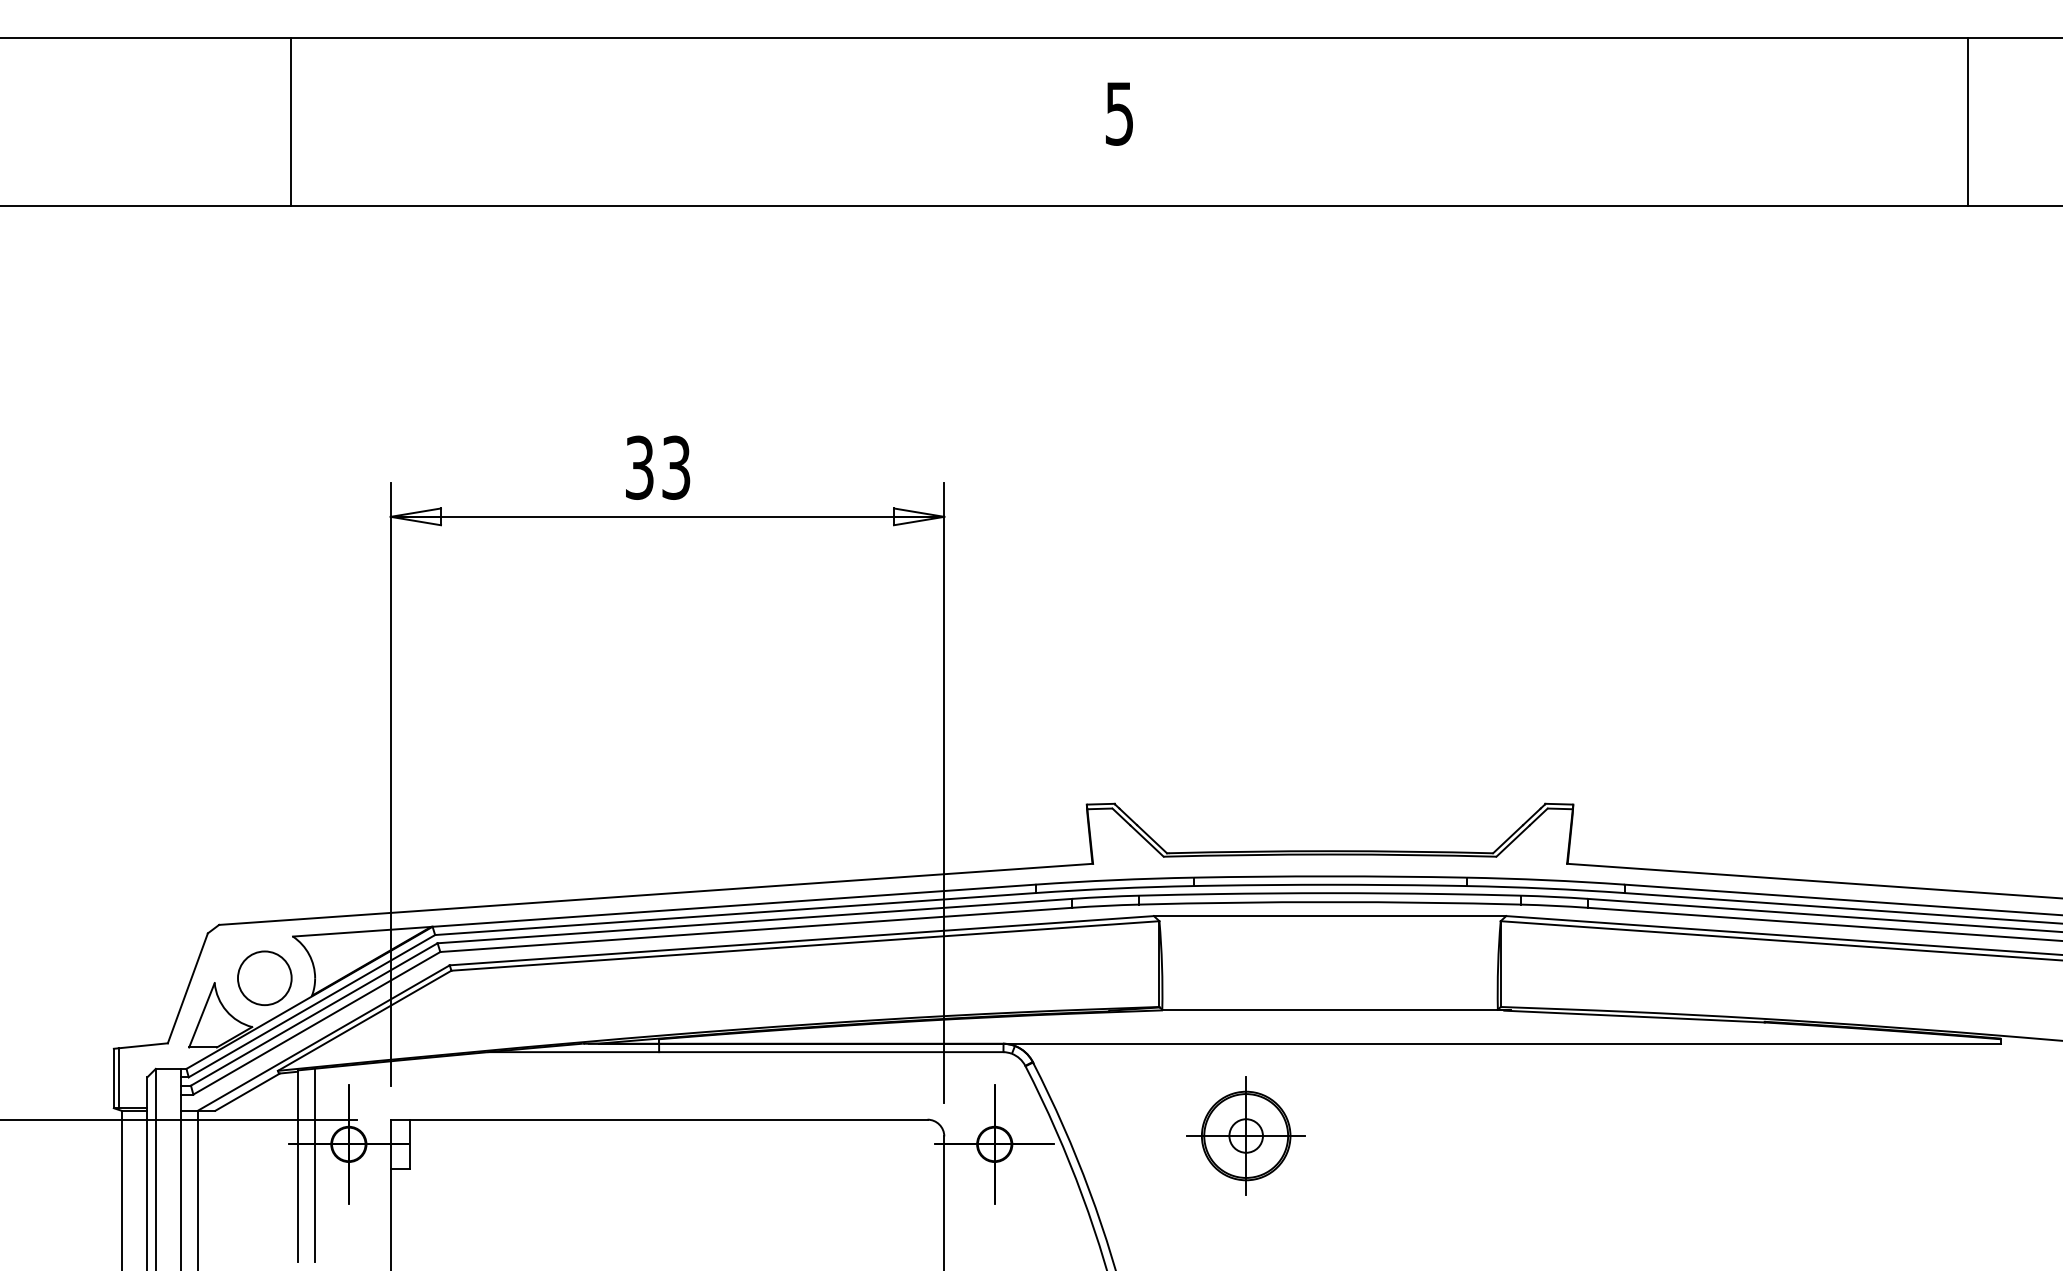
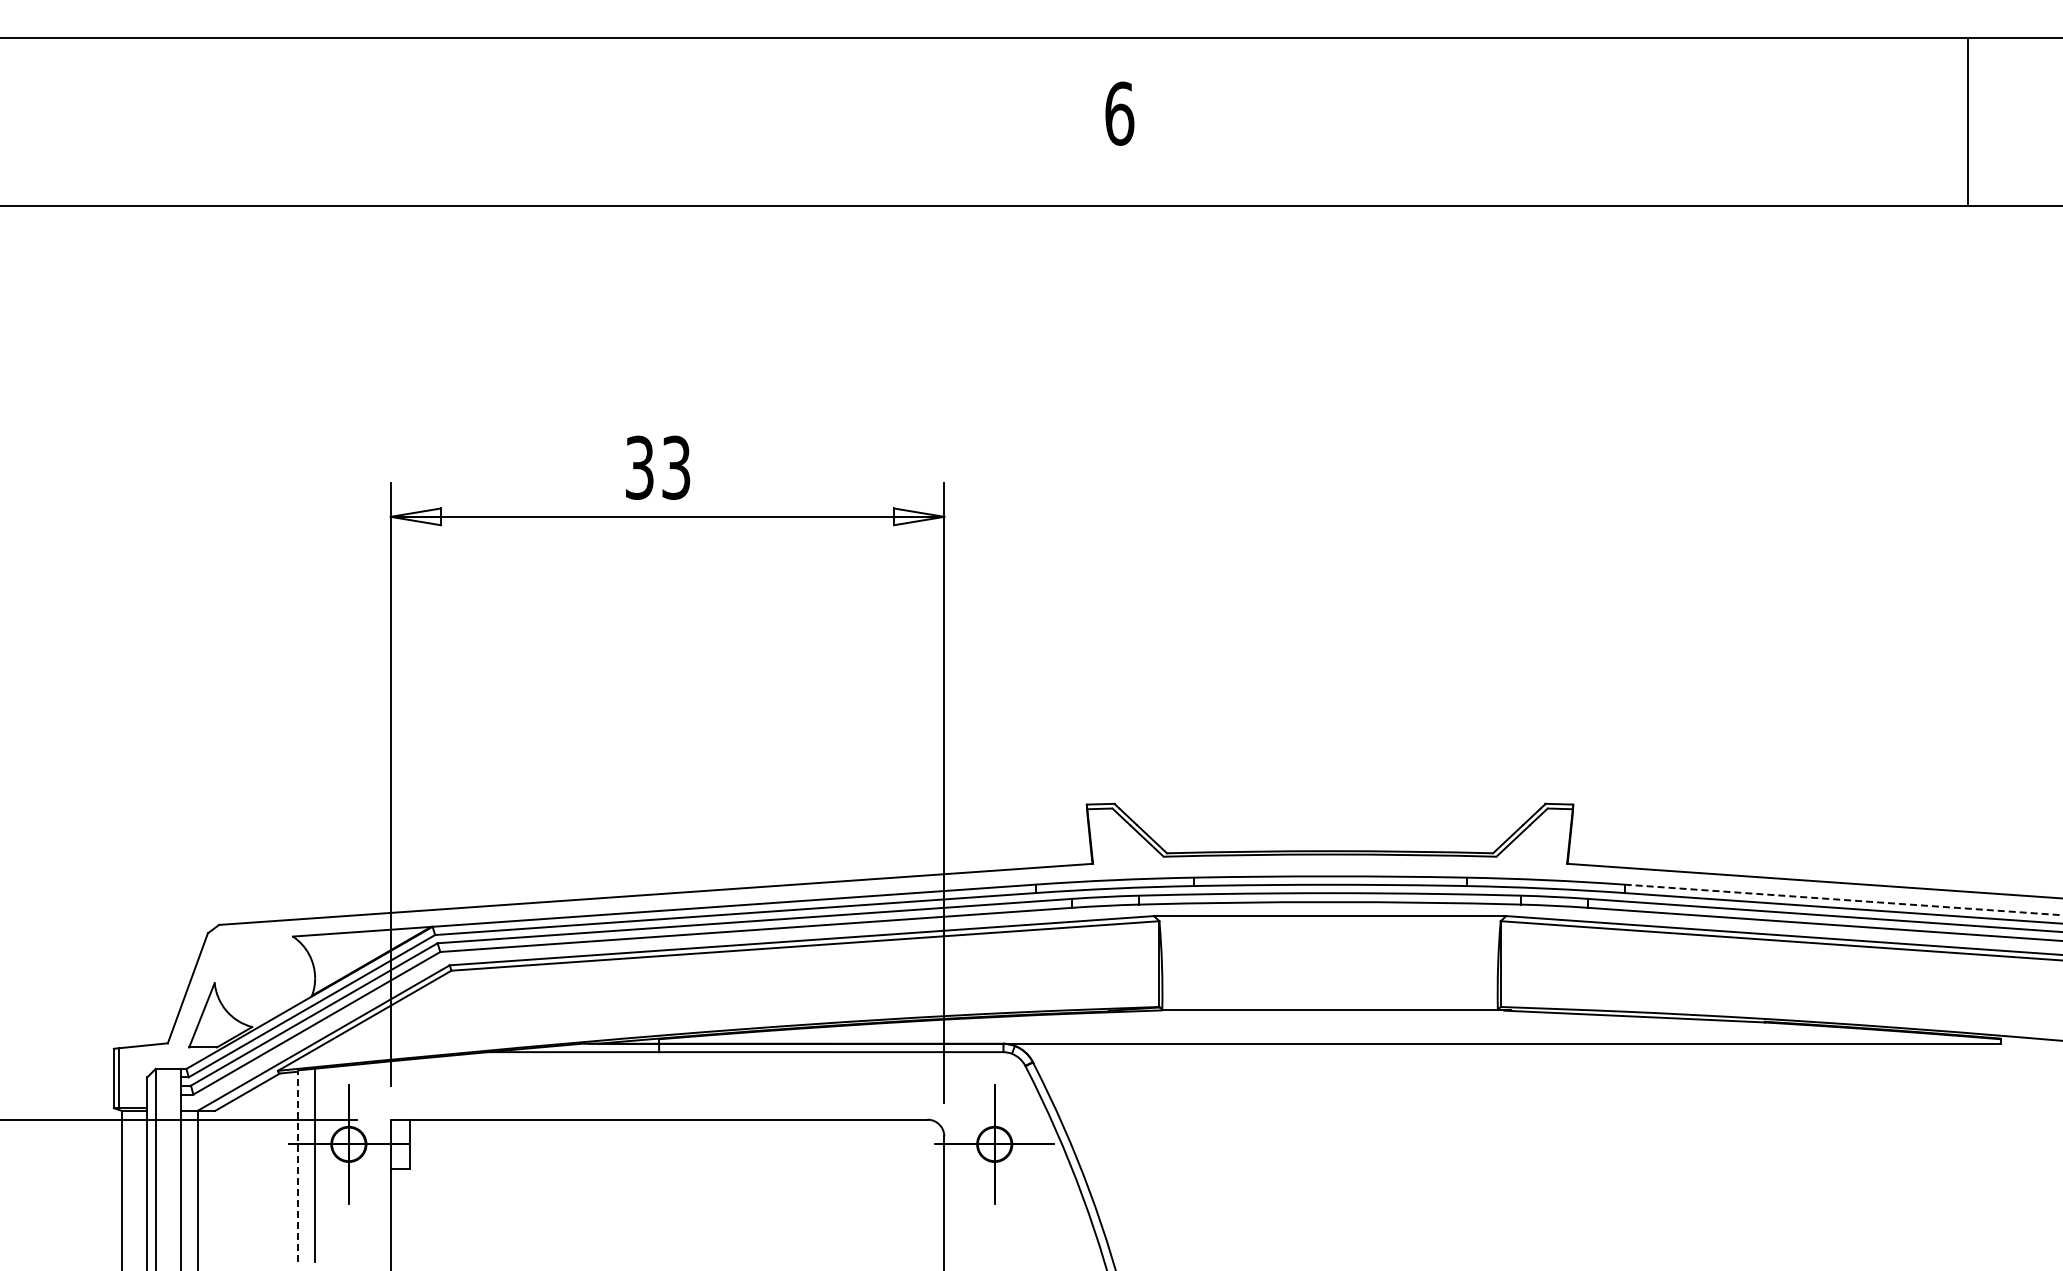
text at (1119, 113): 5 -> 6
line at (290, 121): present -> none
line at (1843, 899): solid -> dashed
circle at (264, 977): present -> none
part at (1245, 1135): present -> none
line at (298, 1166): solid -> dashed
